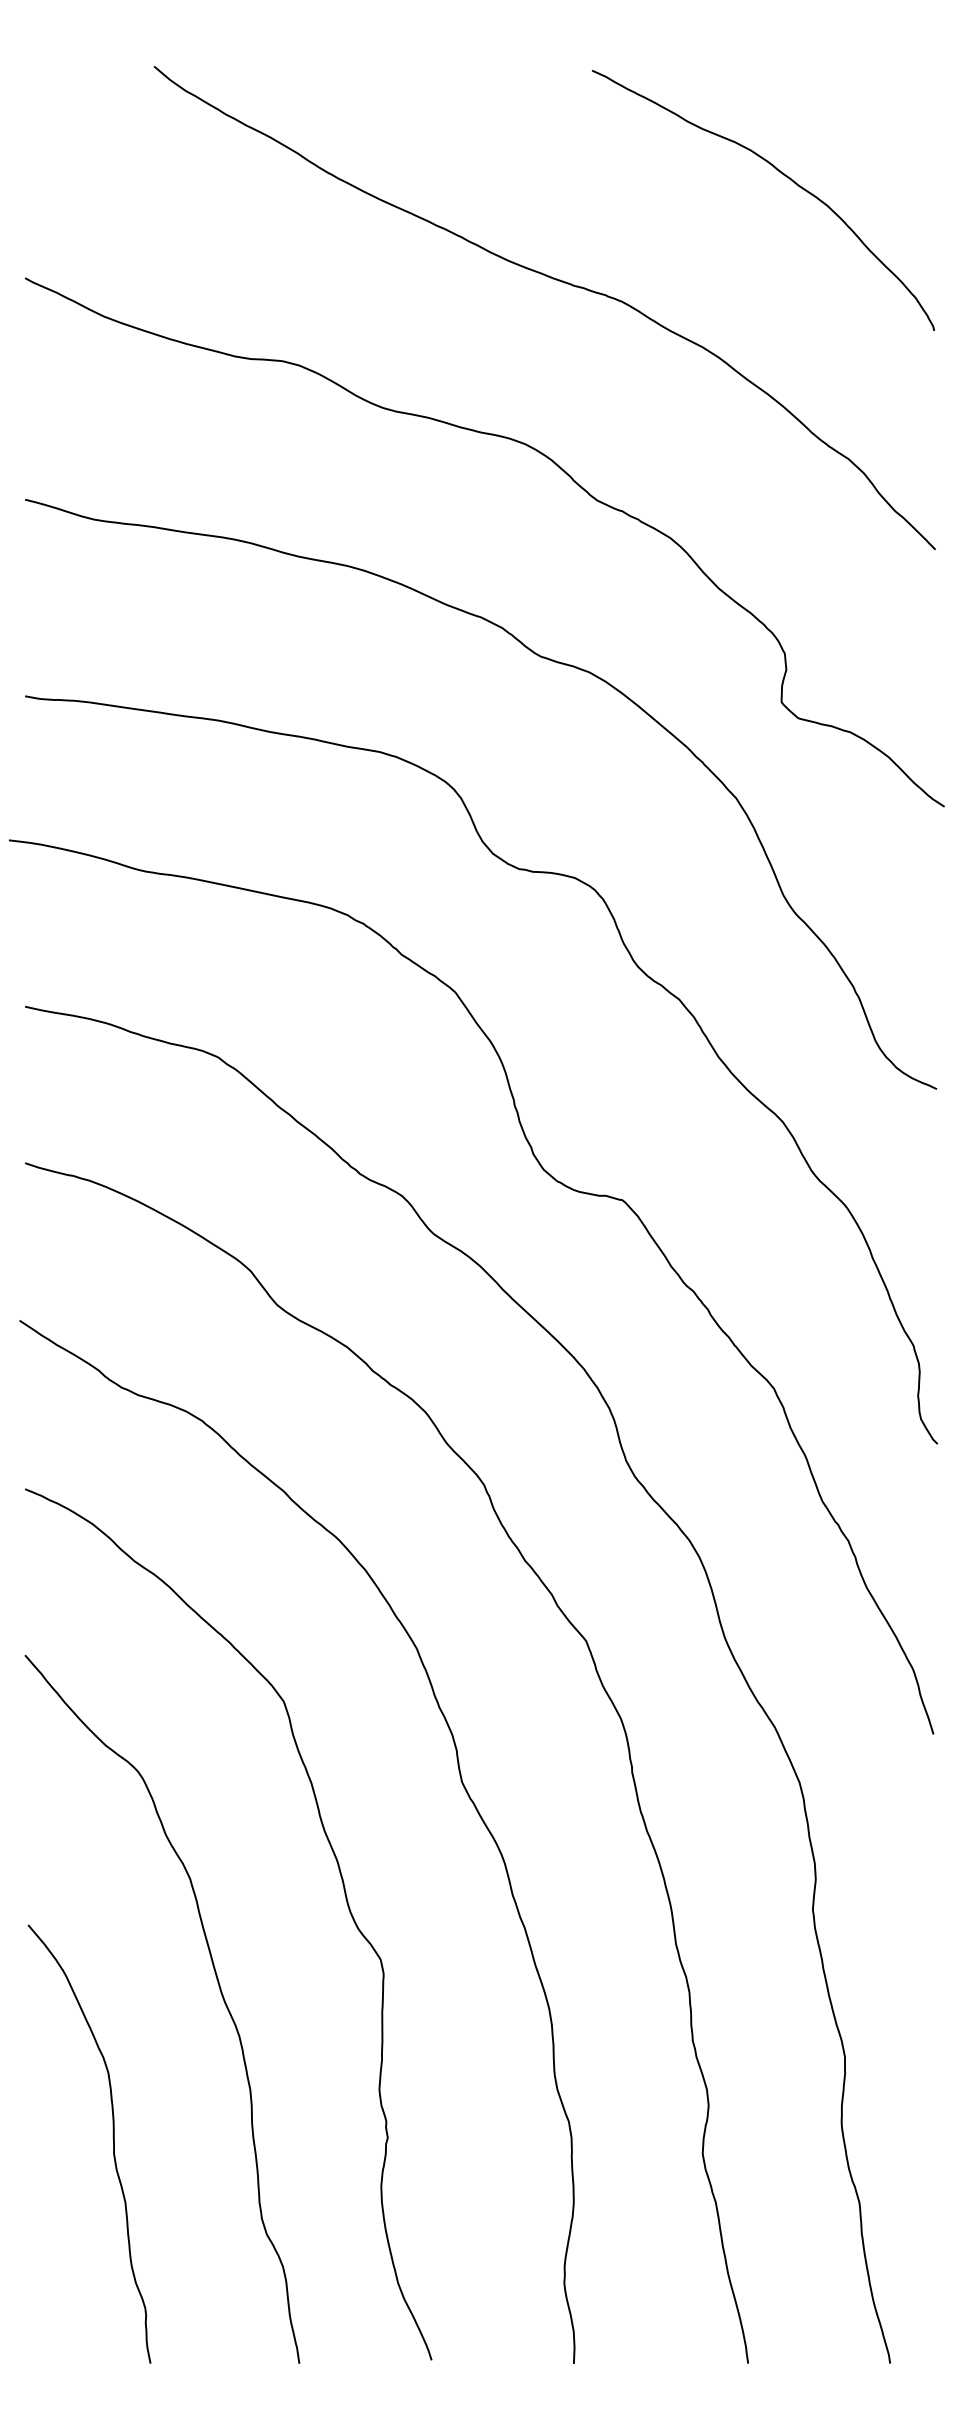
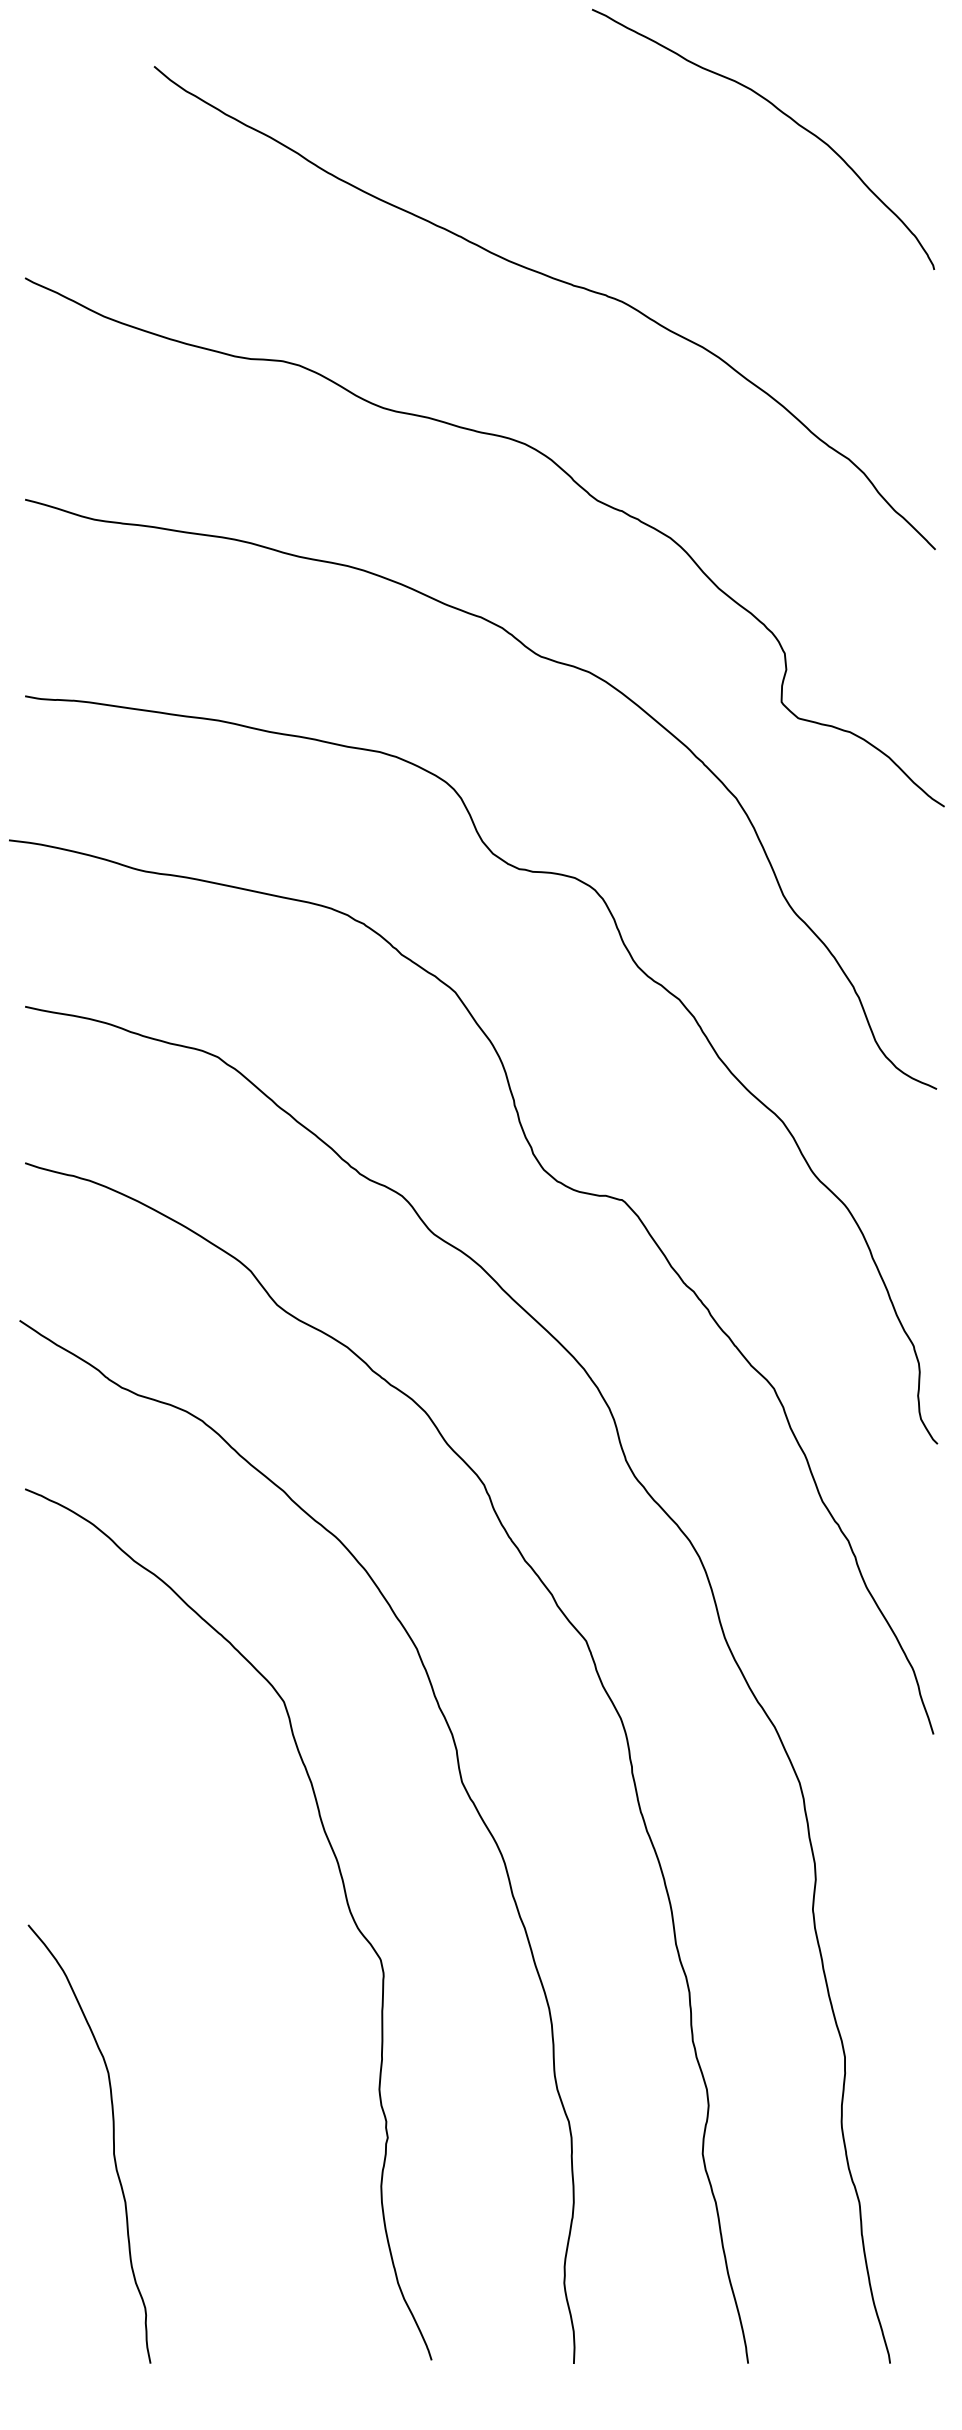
curve at (783, 175) position: (783, 175) -> (783, 114)
curve at (219, 1990): present -> none
